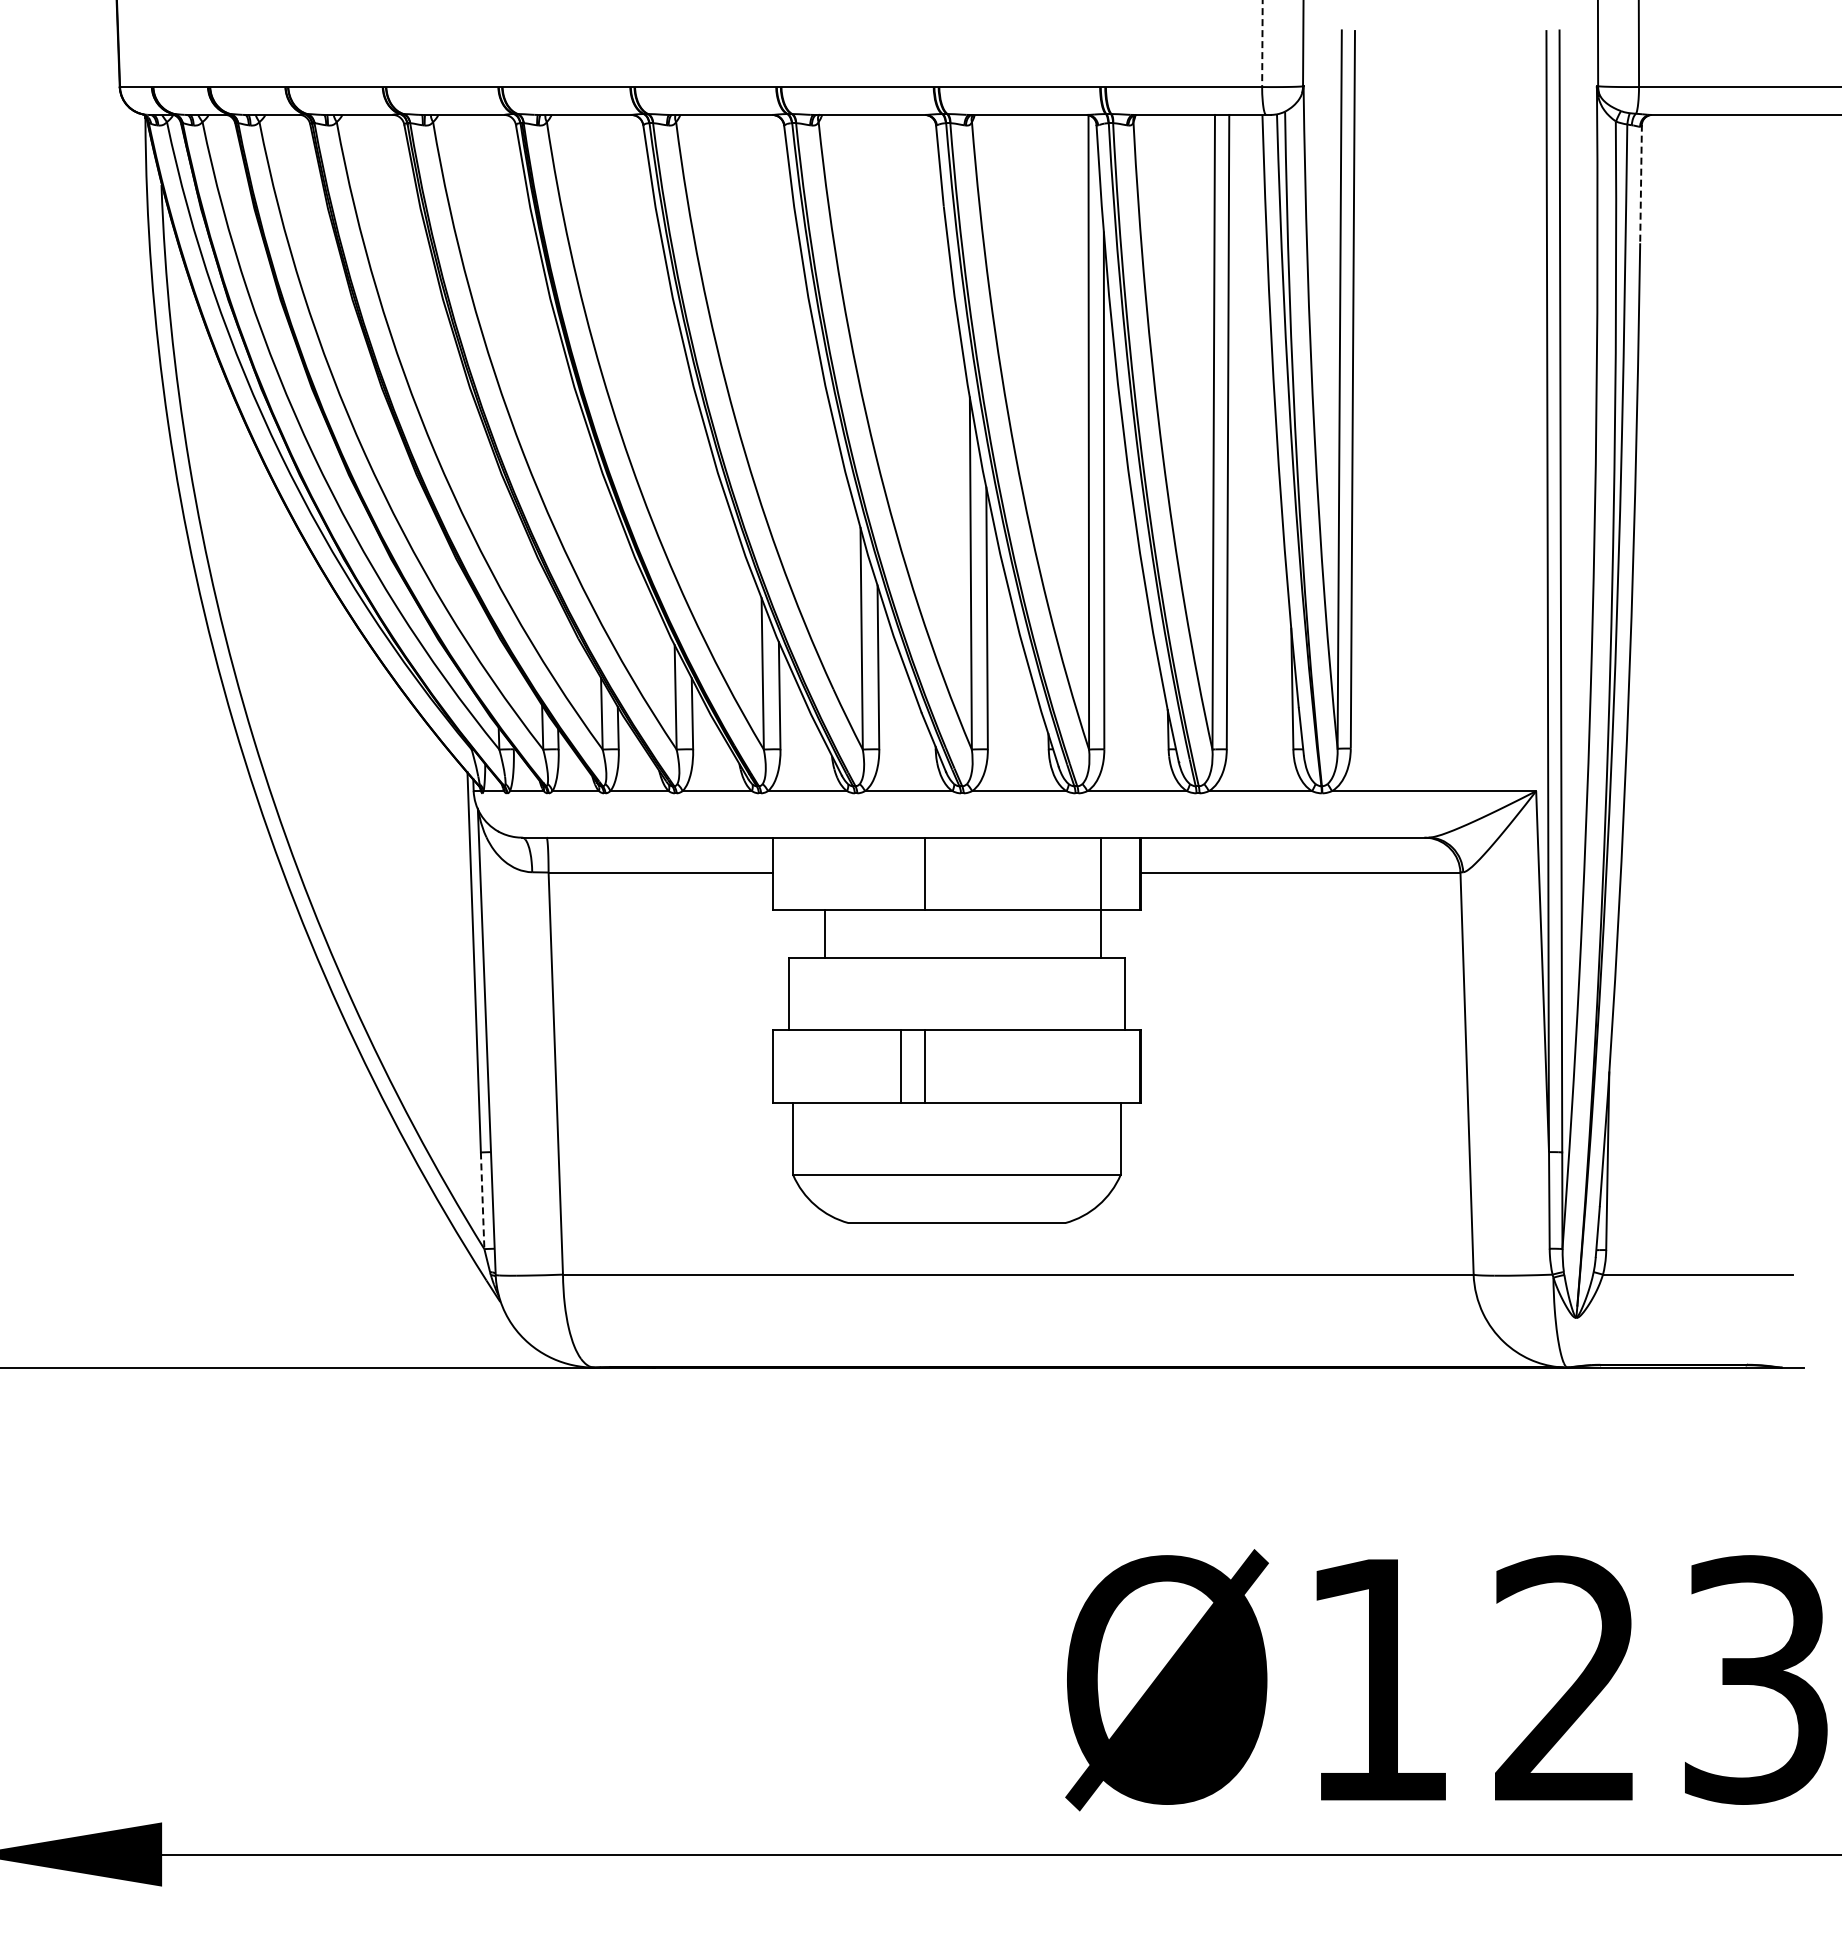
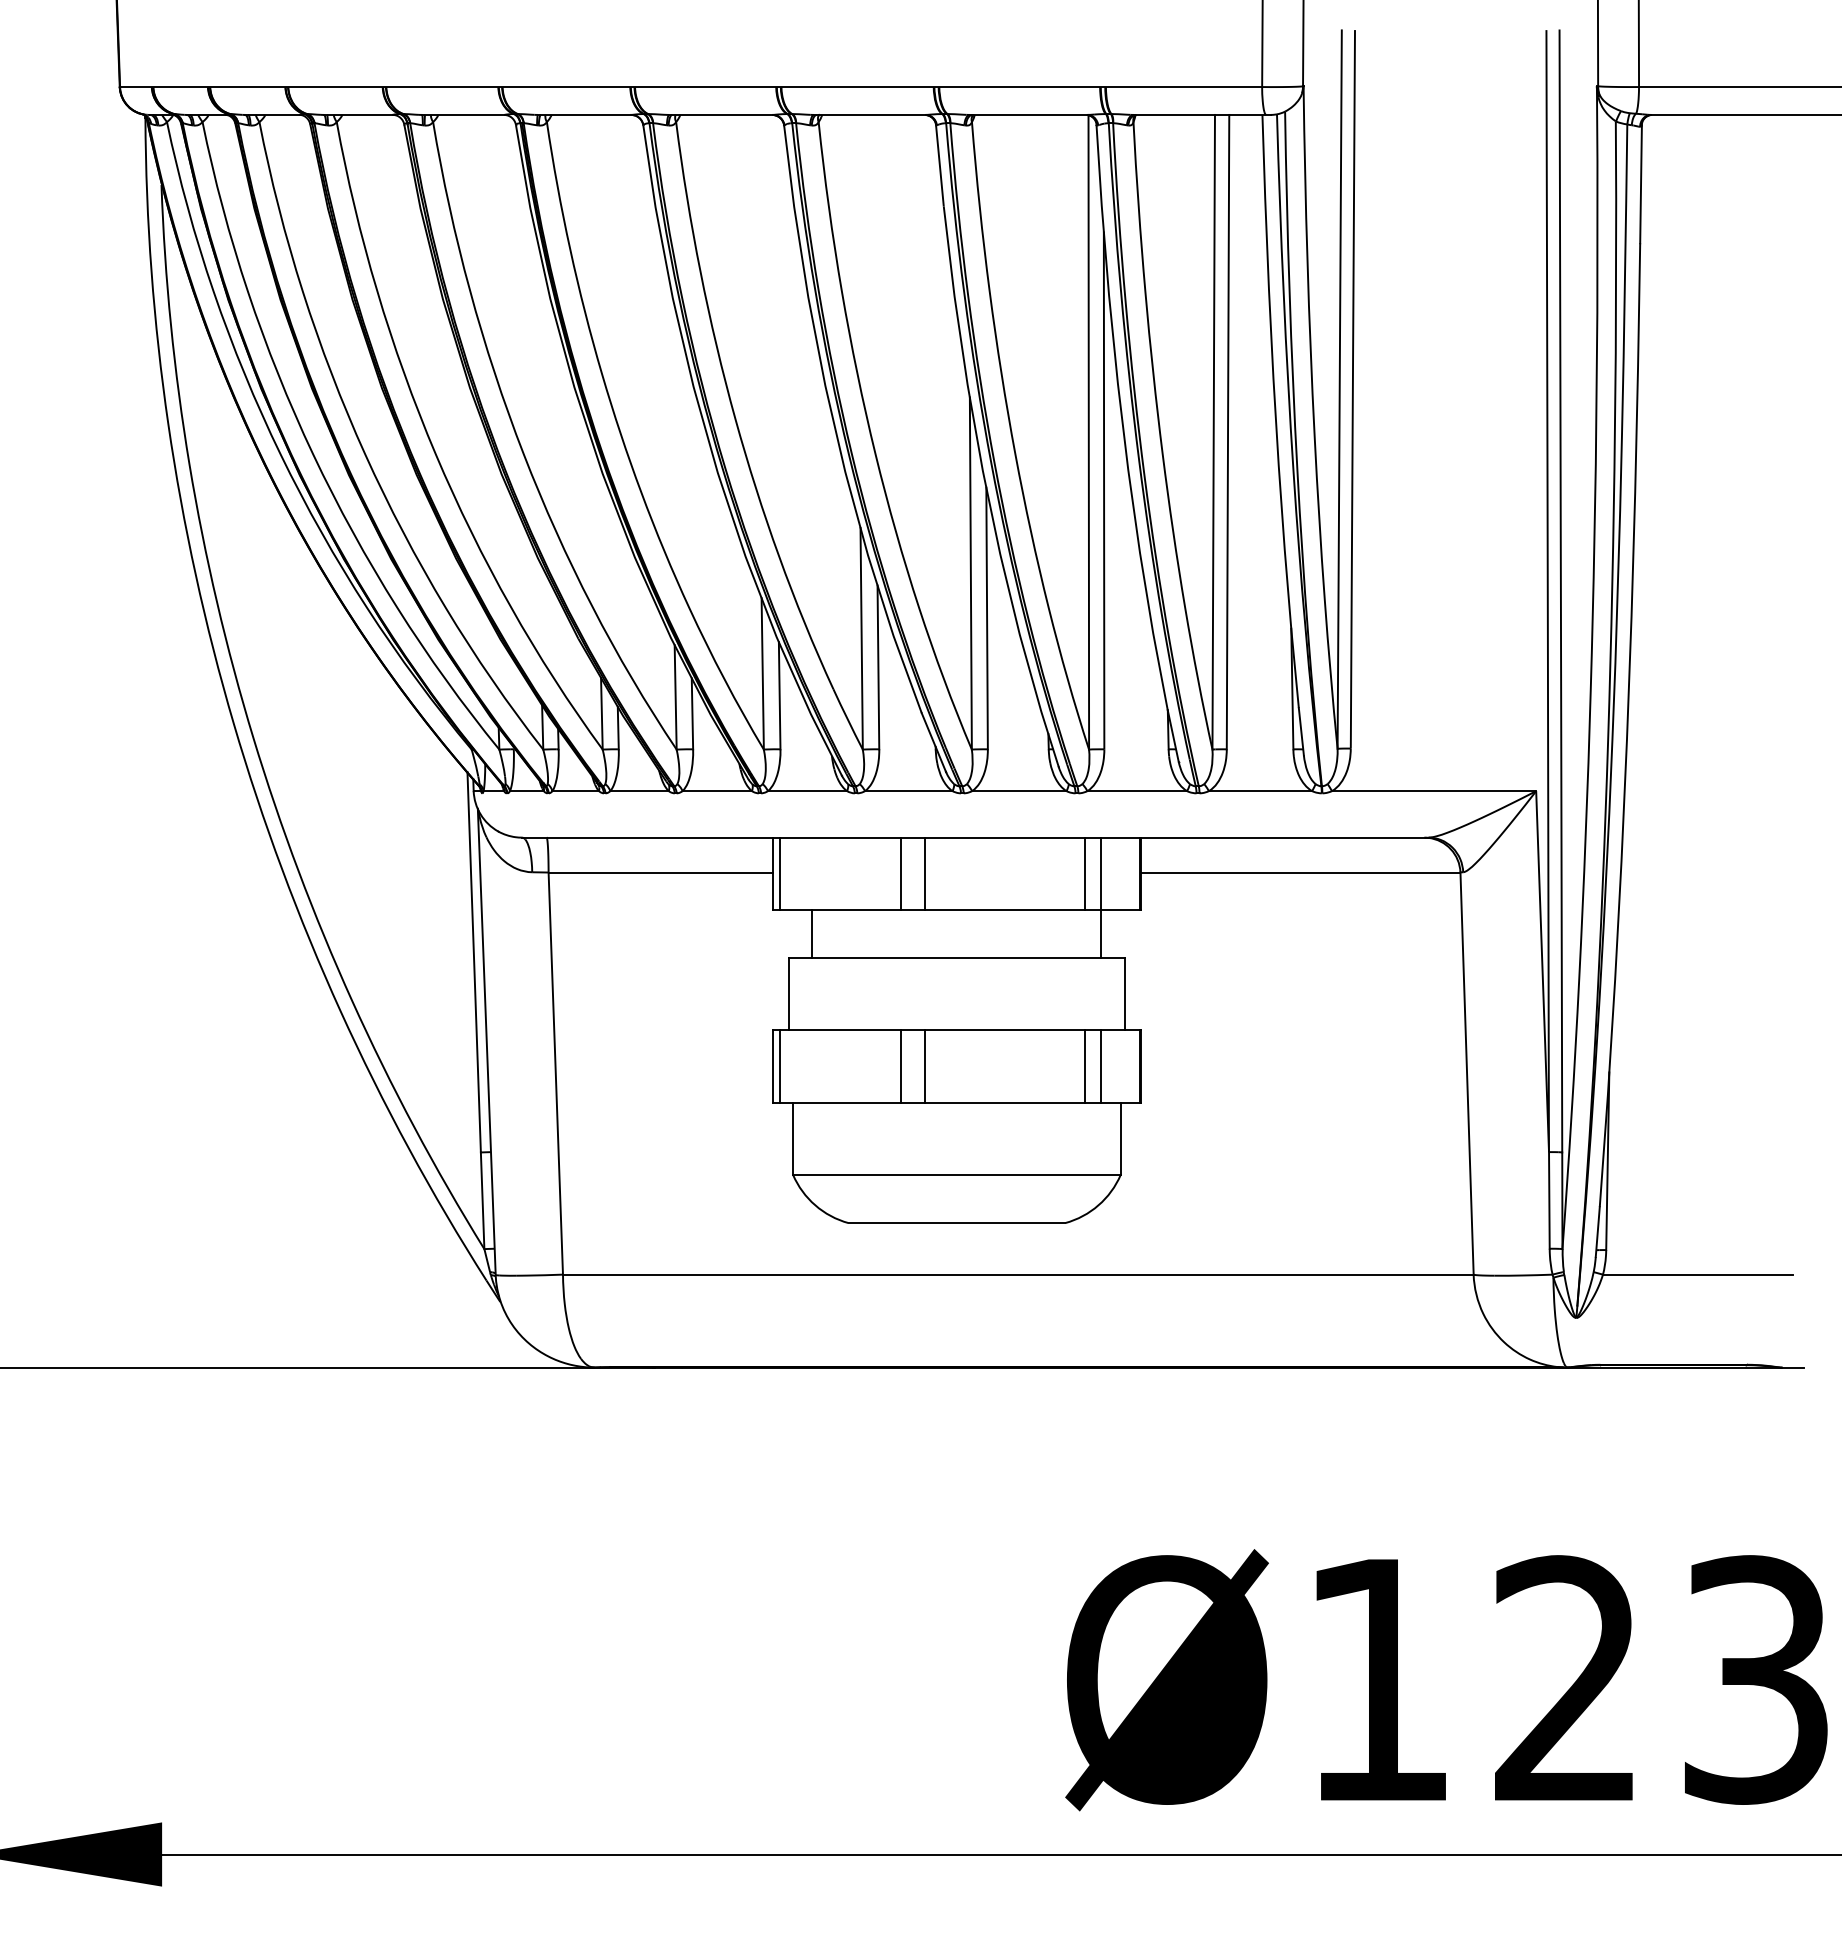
line at (1262, 44): dashed -> solid
line at (1641, 184): dashed -> solid
line at (780, 873): none -> present
line at (901, 873): none -> present
line at (1084, 873): none -> present
line at (825, 933) position: (825, 933) -> (812, 933)
line at (780, 1066): none -> present
line at (1084, 1066): none -> present
line at (1101, 1066): none -> present
line at (482, 1201): dashed -> solid
